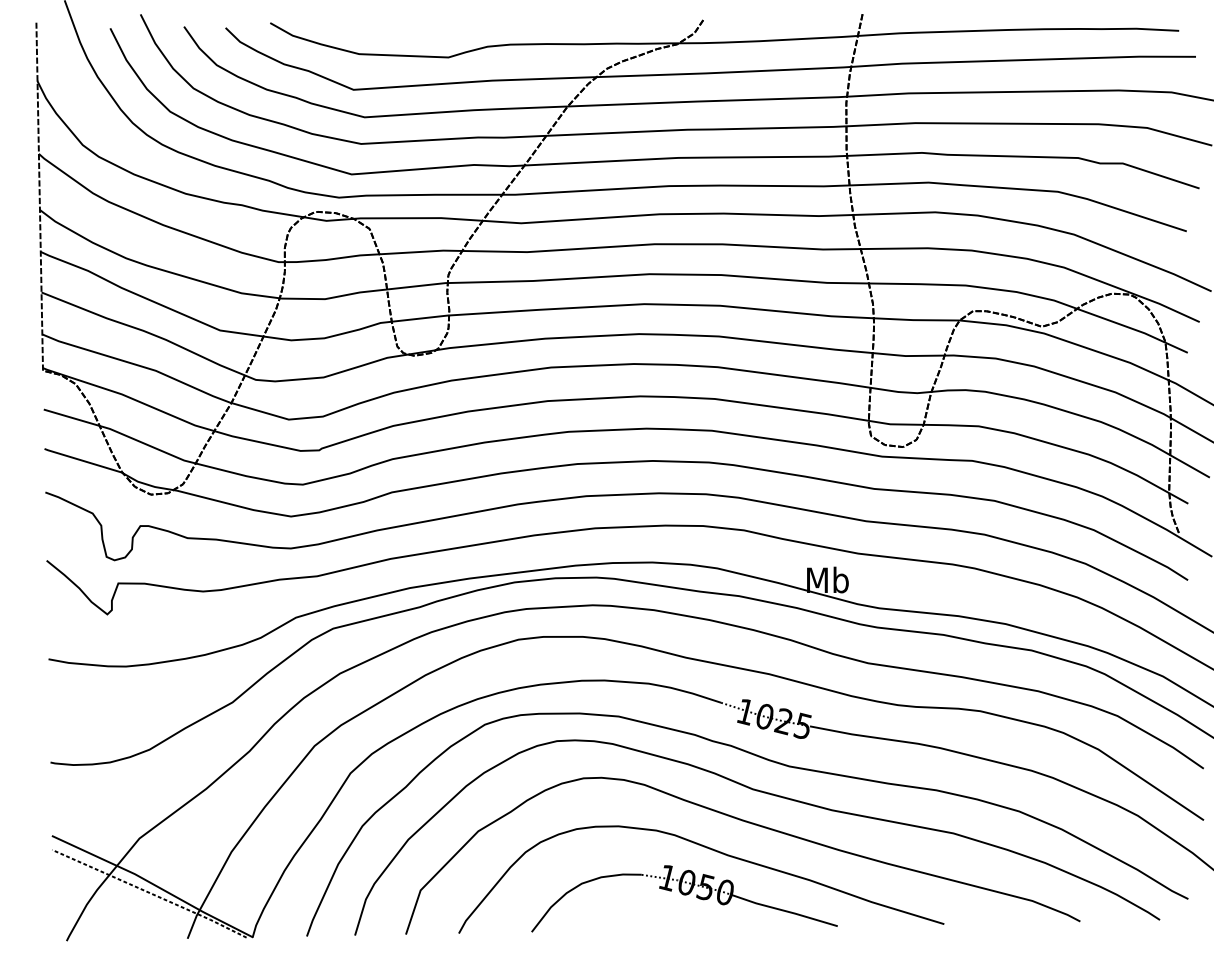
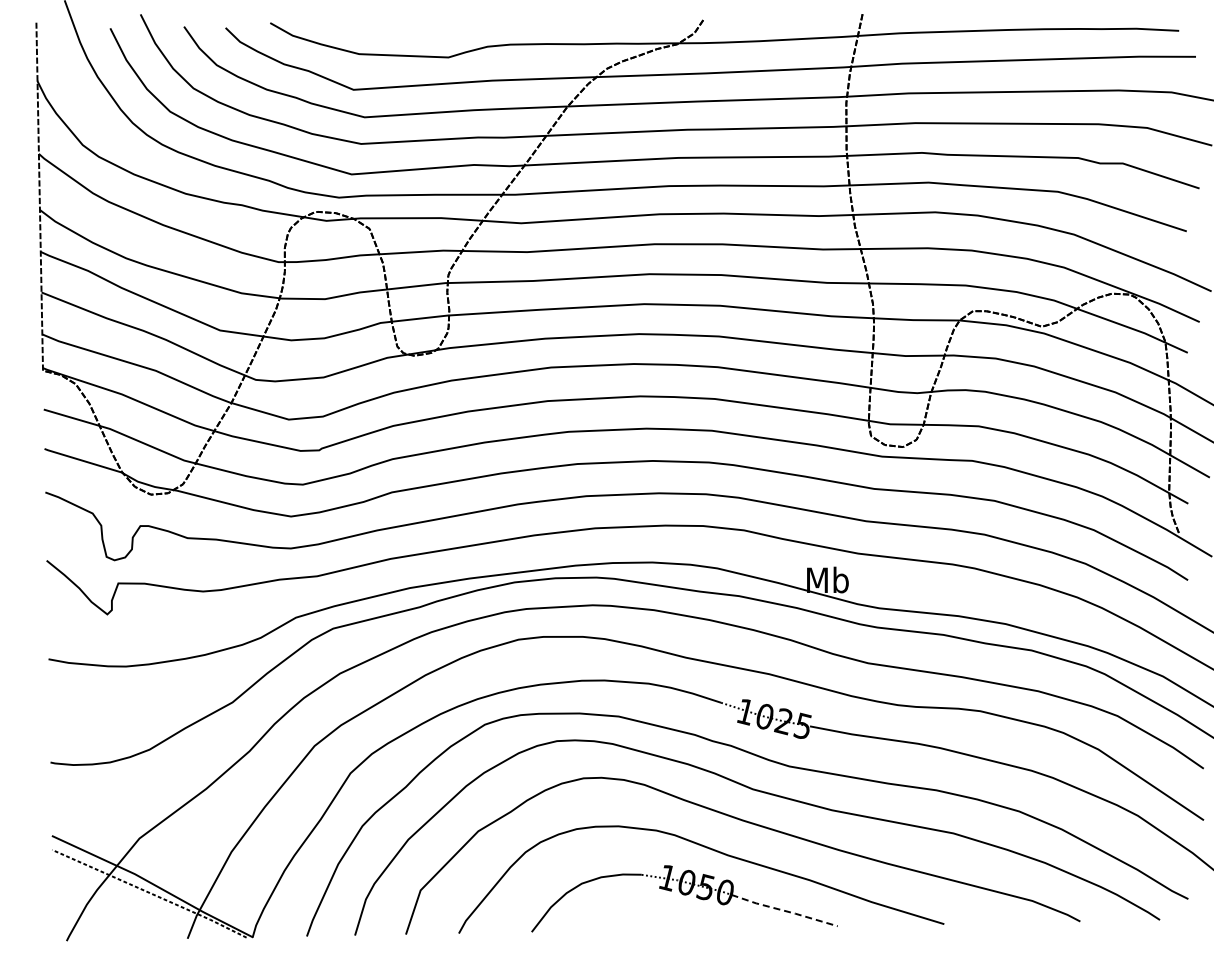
line at (784, 910): solid -> dashed
